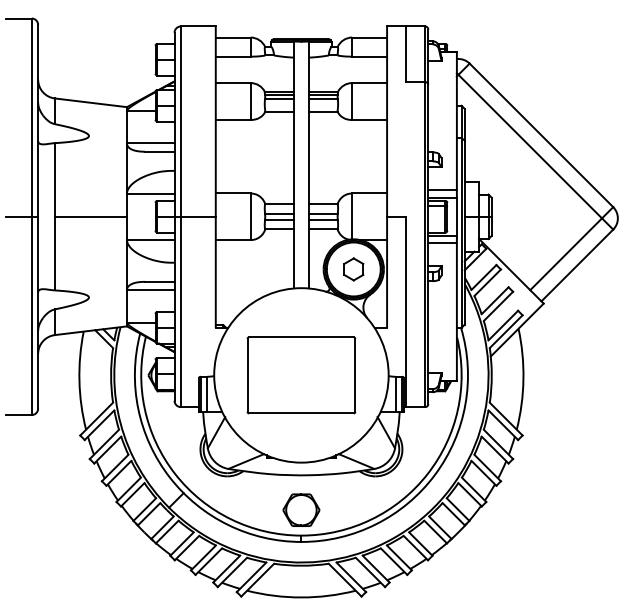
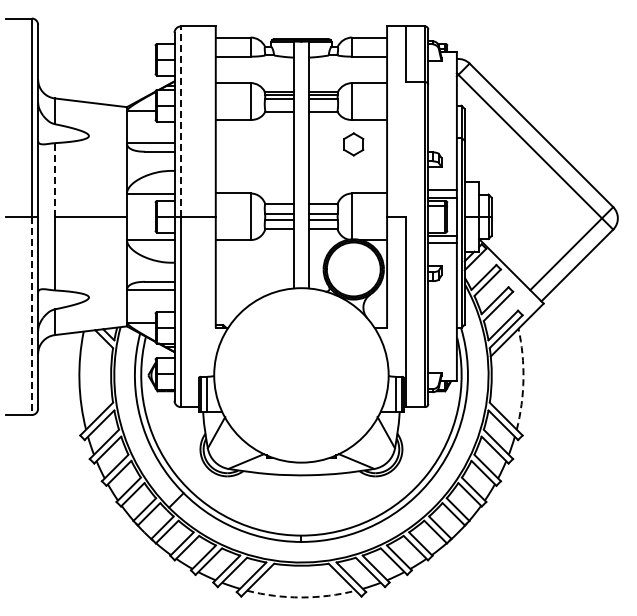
line at (180, 121): solid -> dashed
line at (54, 179): solid -> dashed
part at (353, 269) position: (353, 269) -> (353, 144)
line at (31, 316): solid -> dashed
part at (301, 375): present -> none
arc at (523, 379): solid -> dashed
part at (301, 509): present -> none
arc at (301, 597): solid -> dashed
